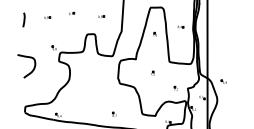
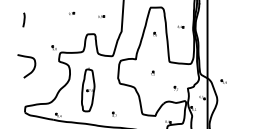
part at (47, 17): present -> none
part at (88, 89): none -> present
